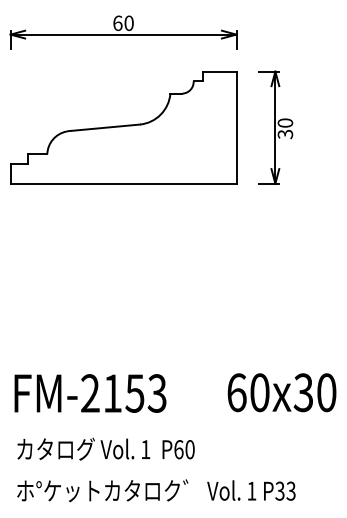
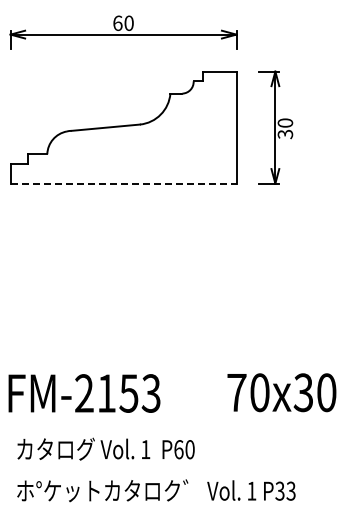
line at (123, 183): solid -> dashed
text at (236, 392): 60x30 -> 70x30
text at (90, 393) position: (90, 393) -> (84, 393)
